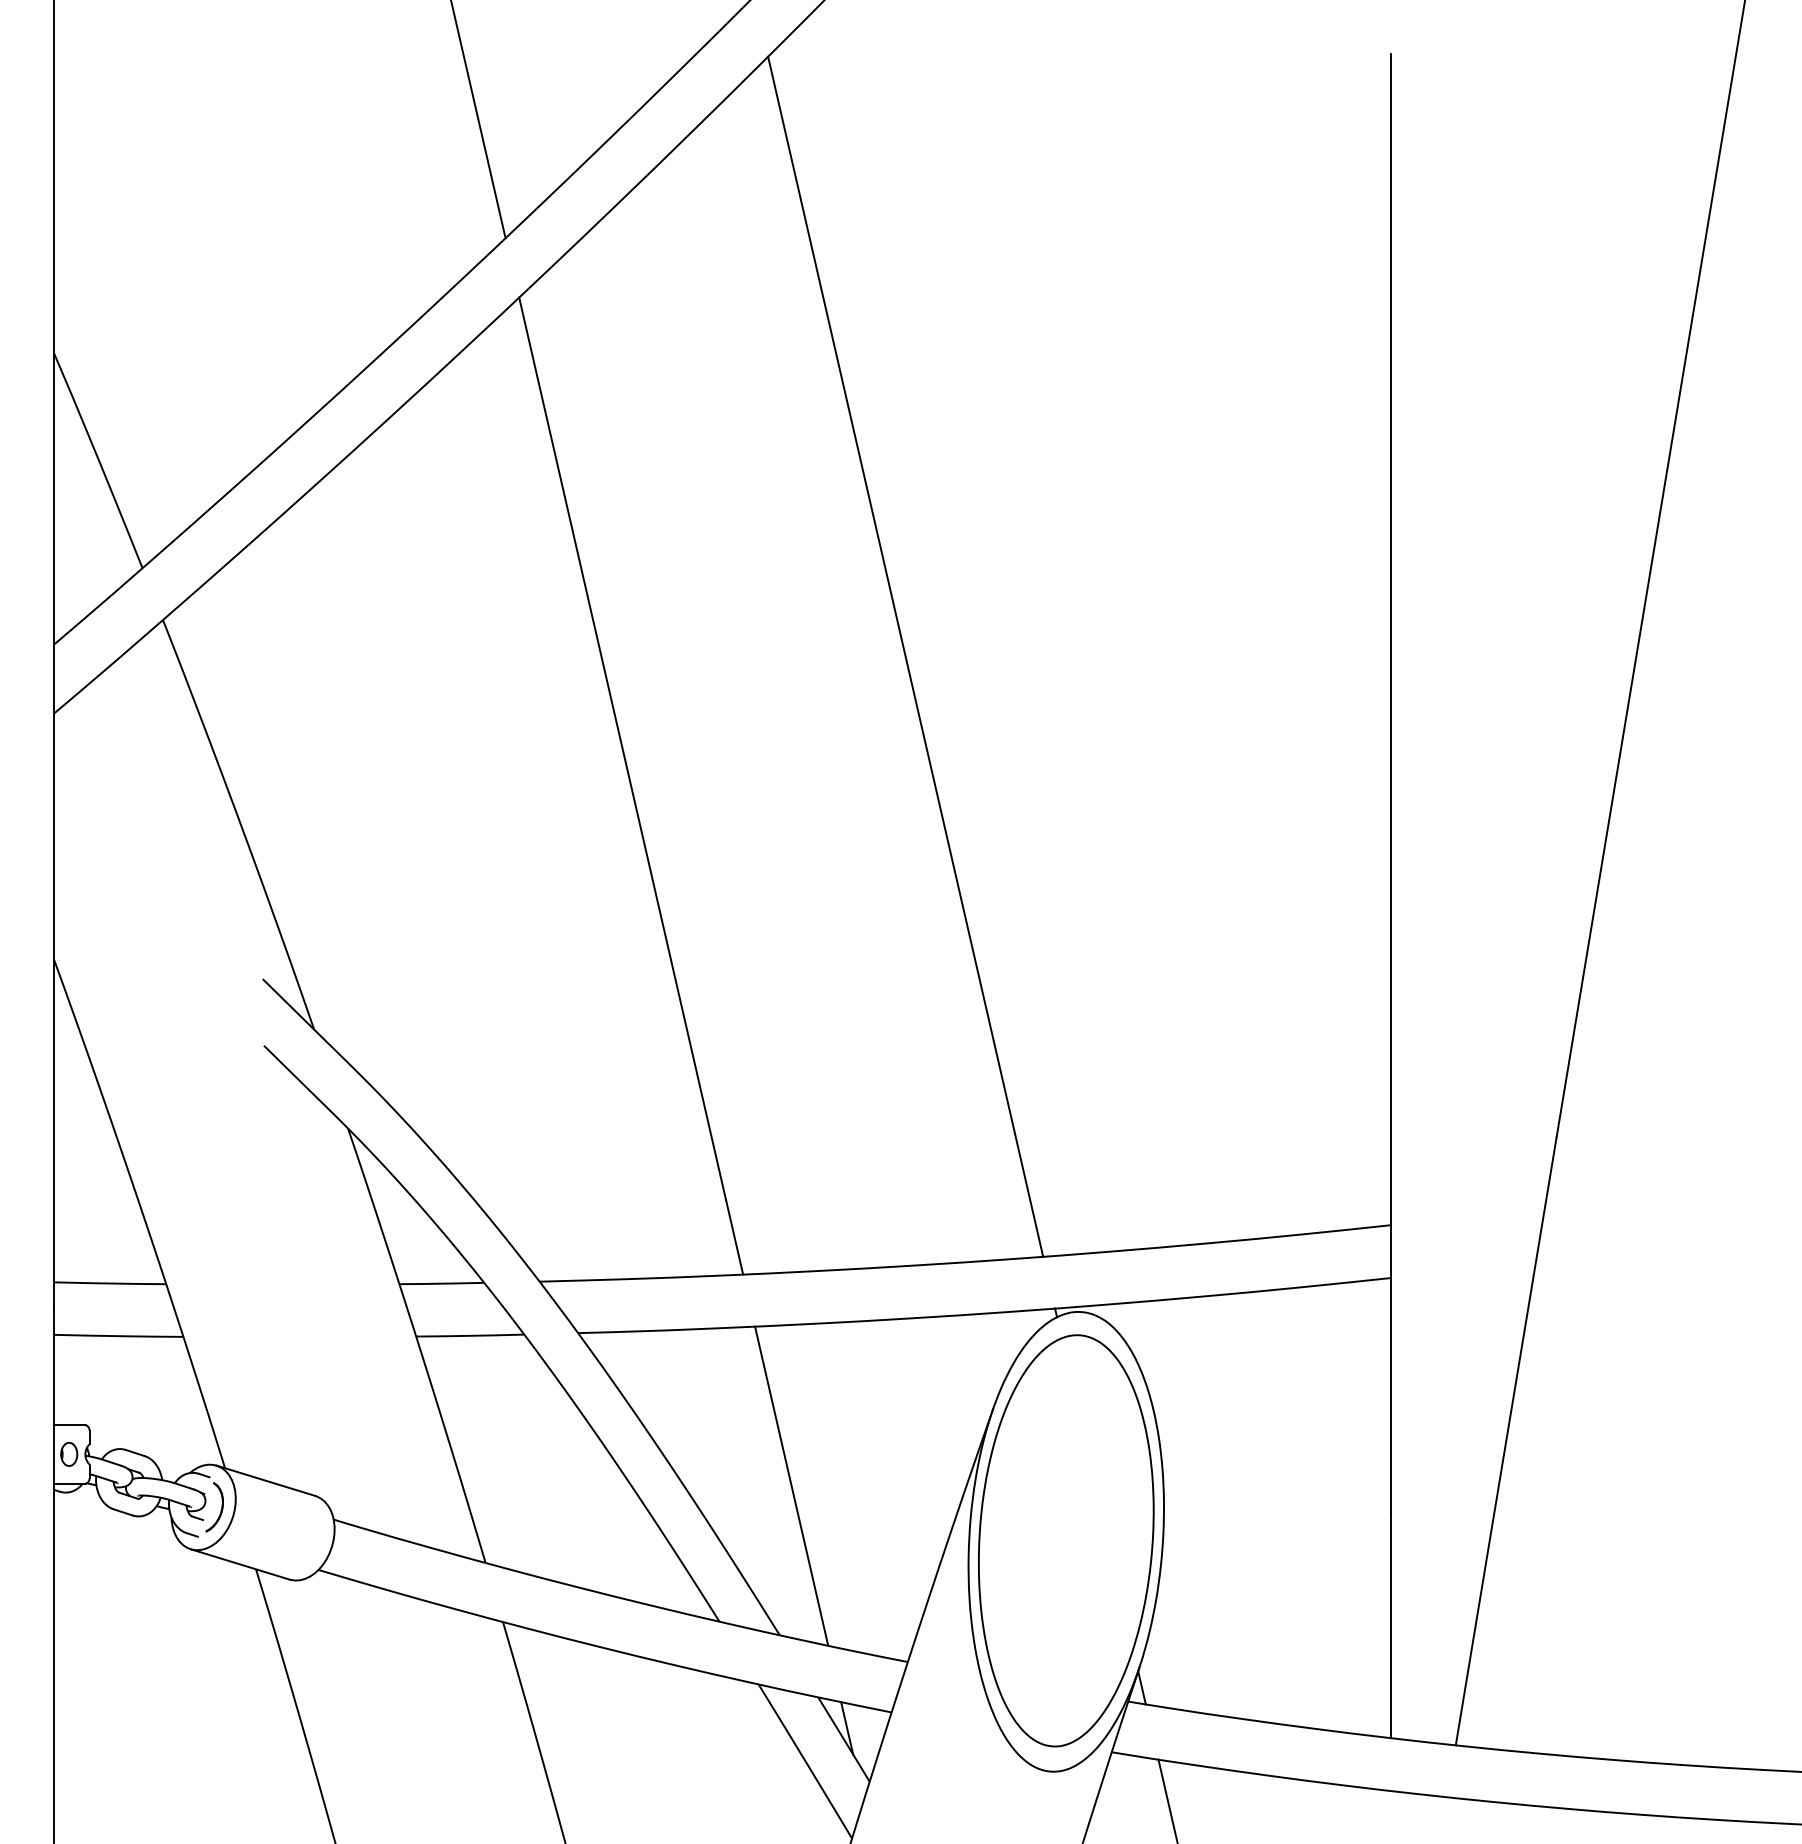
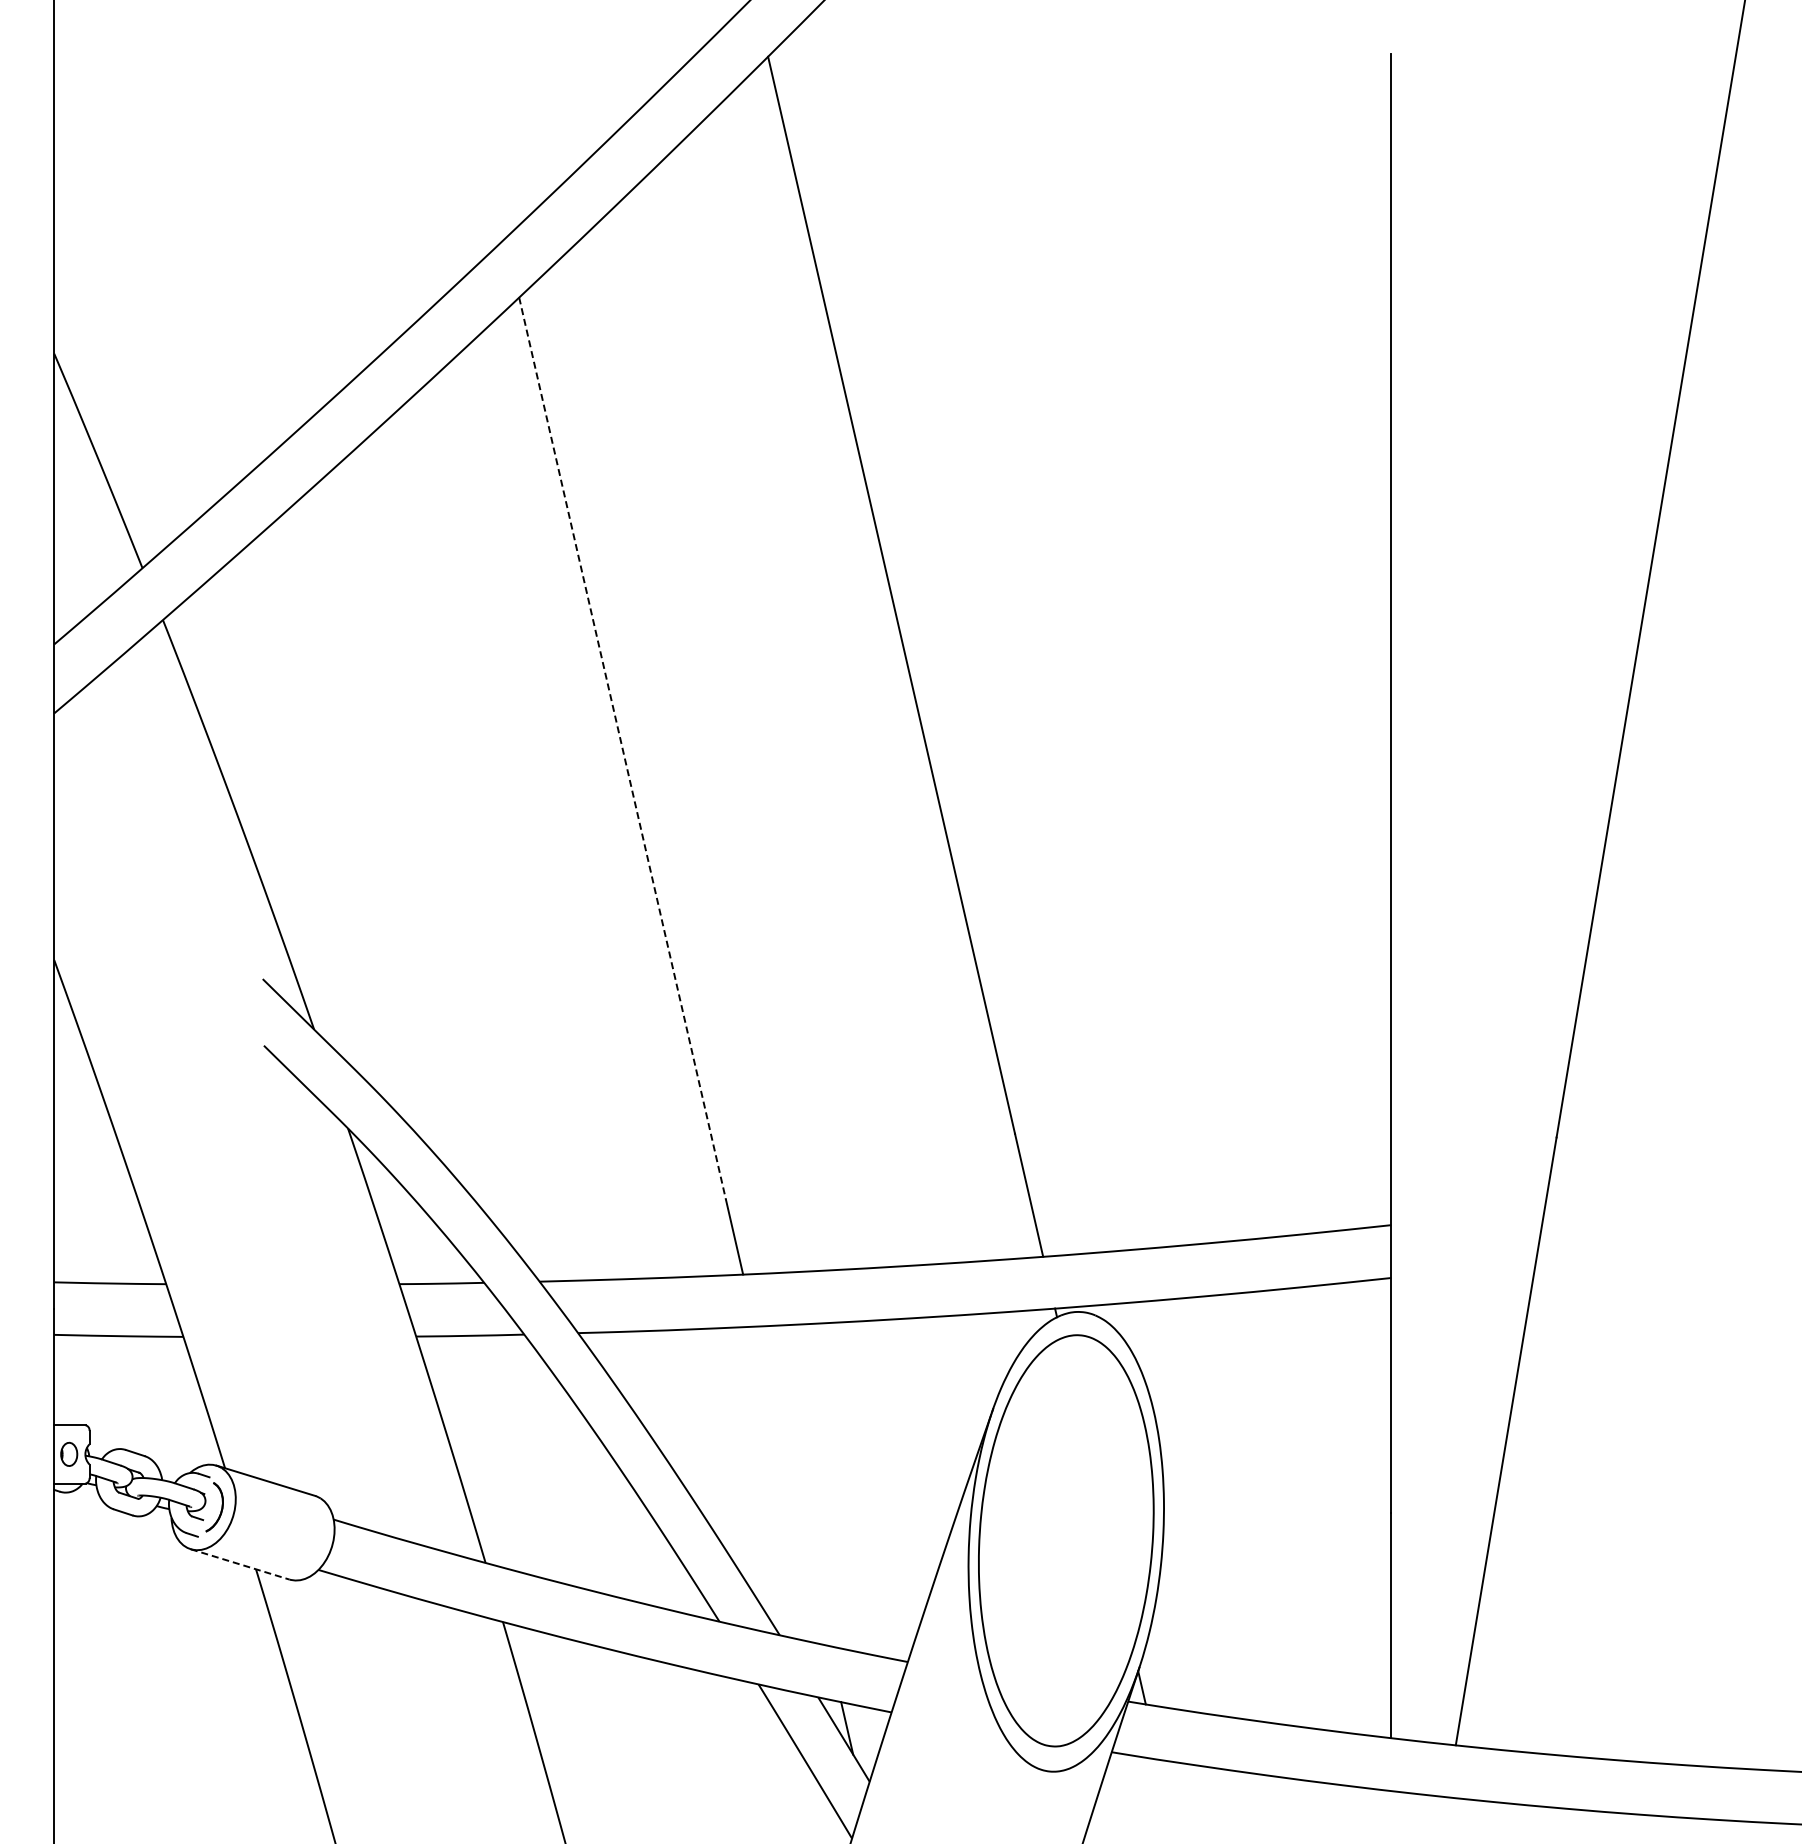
line at (478, 120): present -> none
line at (622, 748): solid -> dashed
line at (791, 1485): present -> none
line at (240, 1564): solid -> dashed
line at (1167, 1799): present -> none
